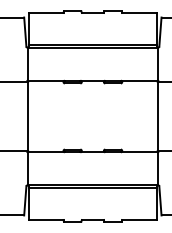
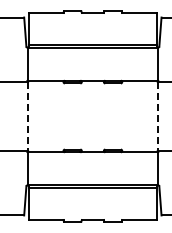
line at (28, 116): solid -> dashed
line at (157, 116): solid -> dashed
